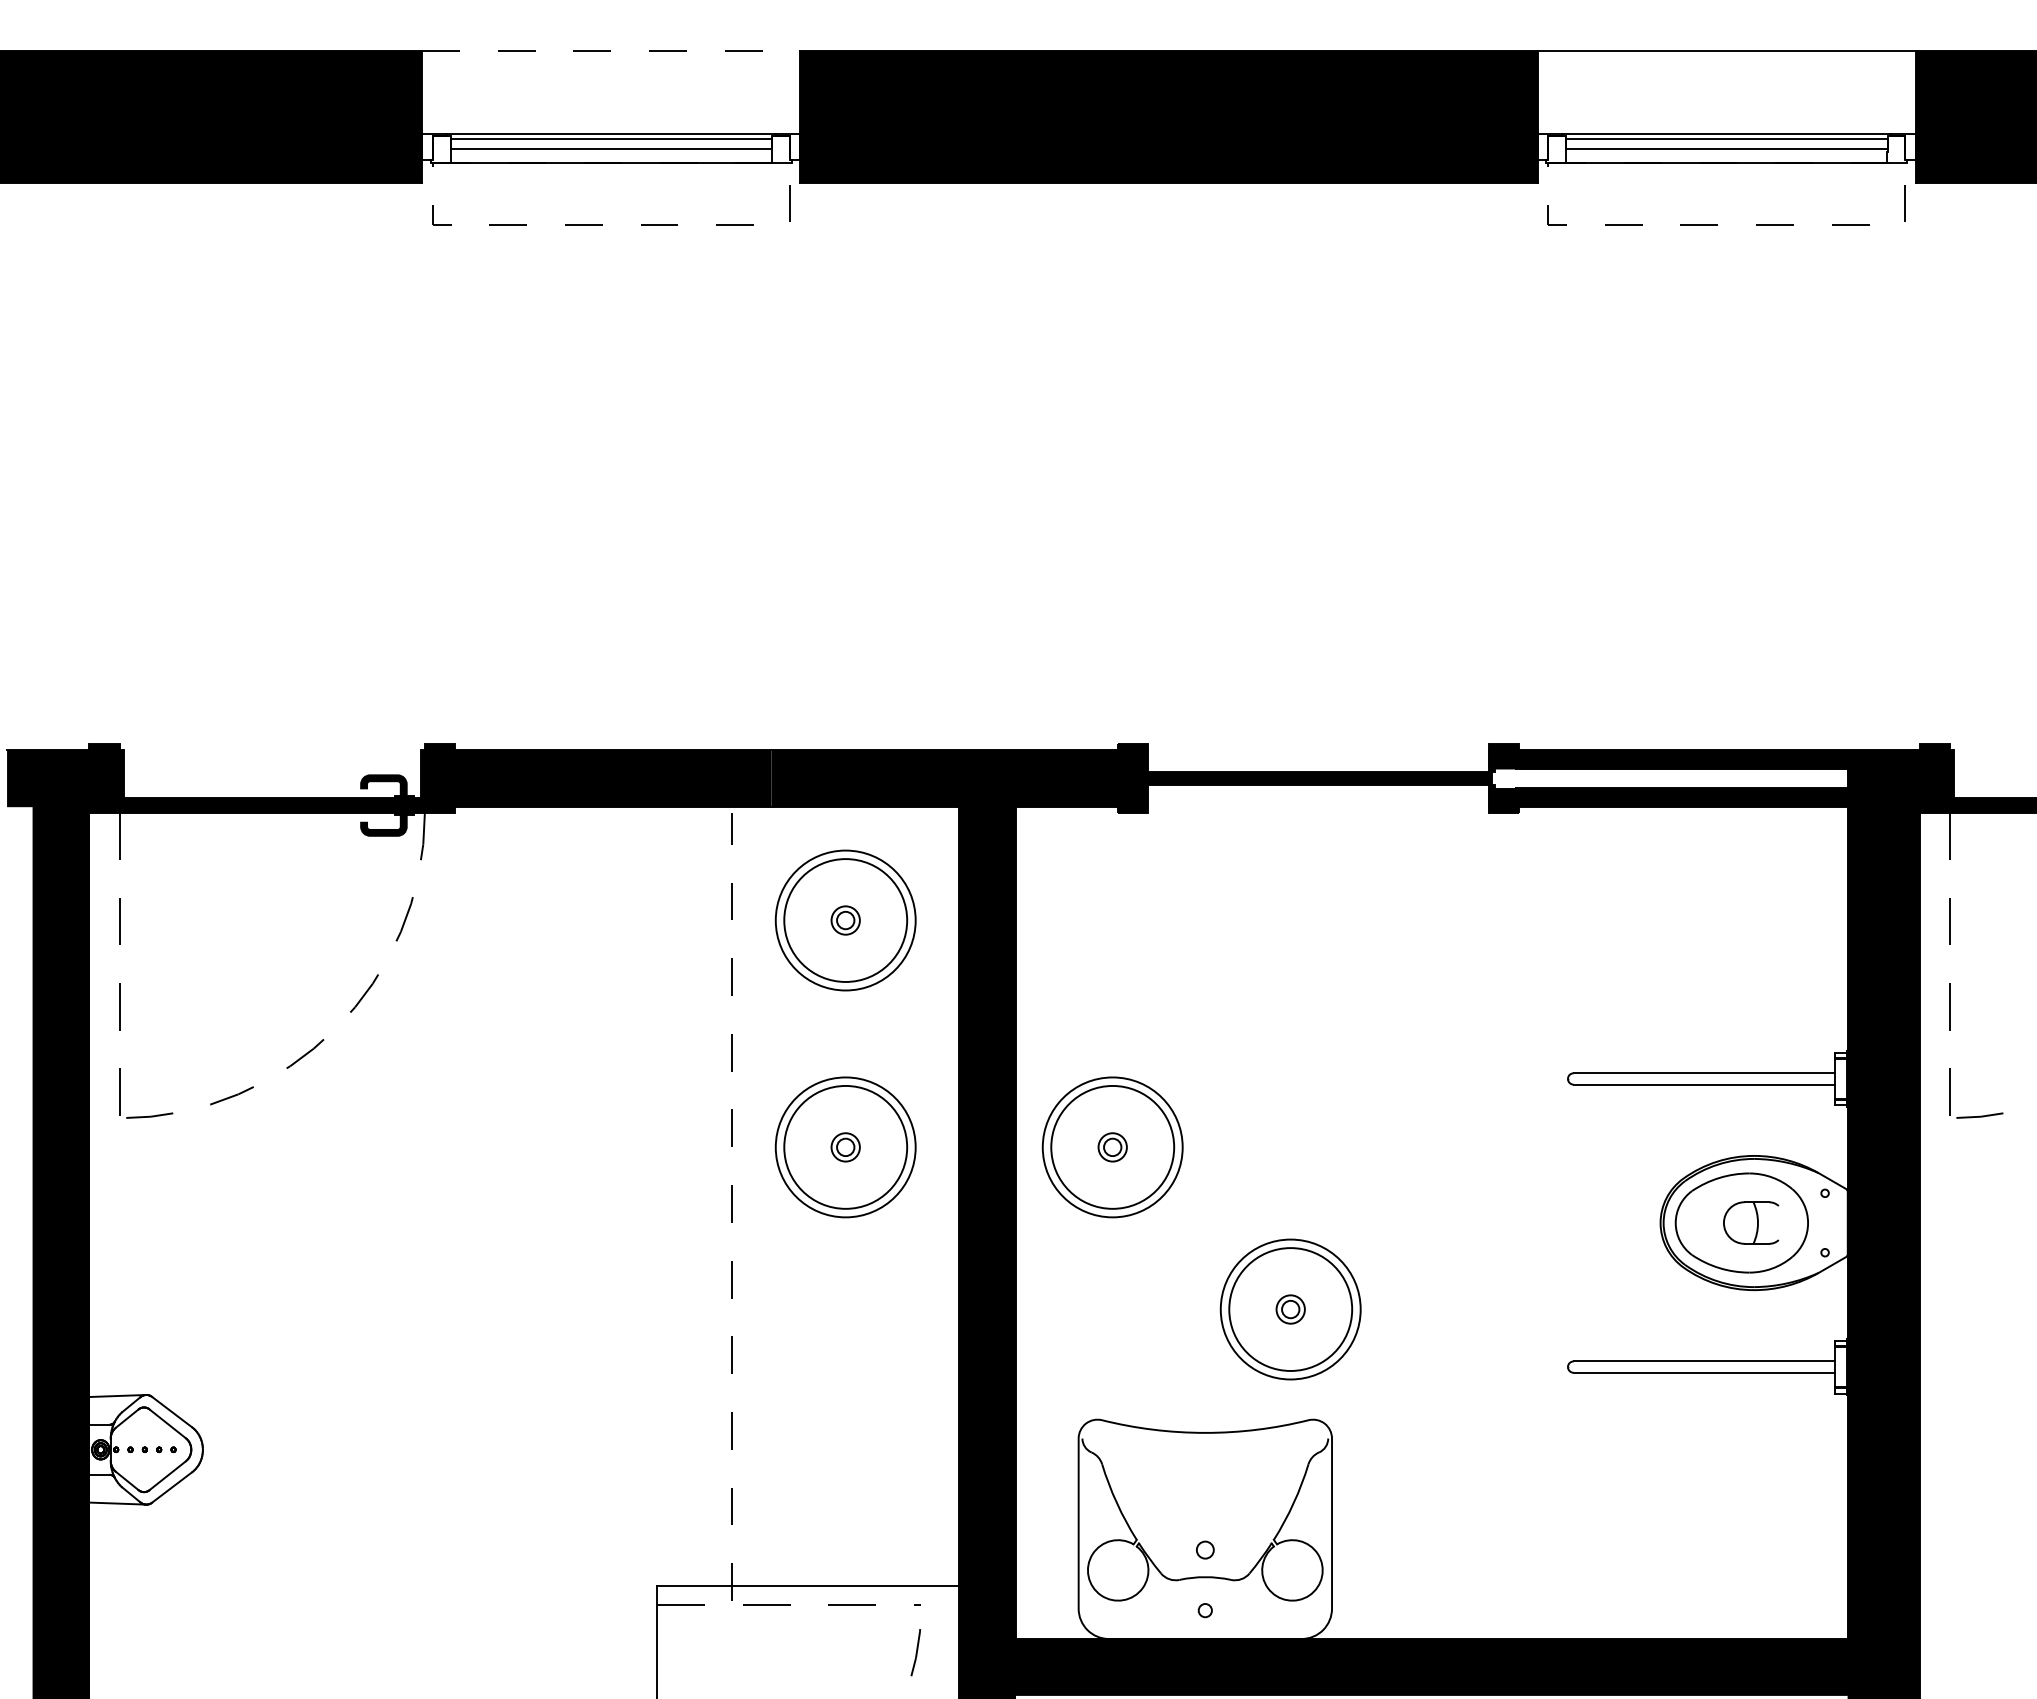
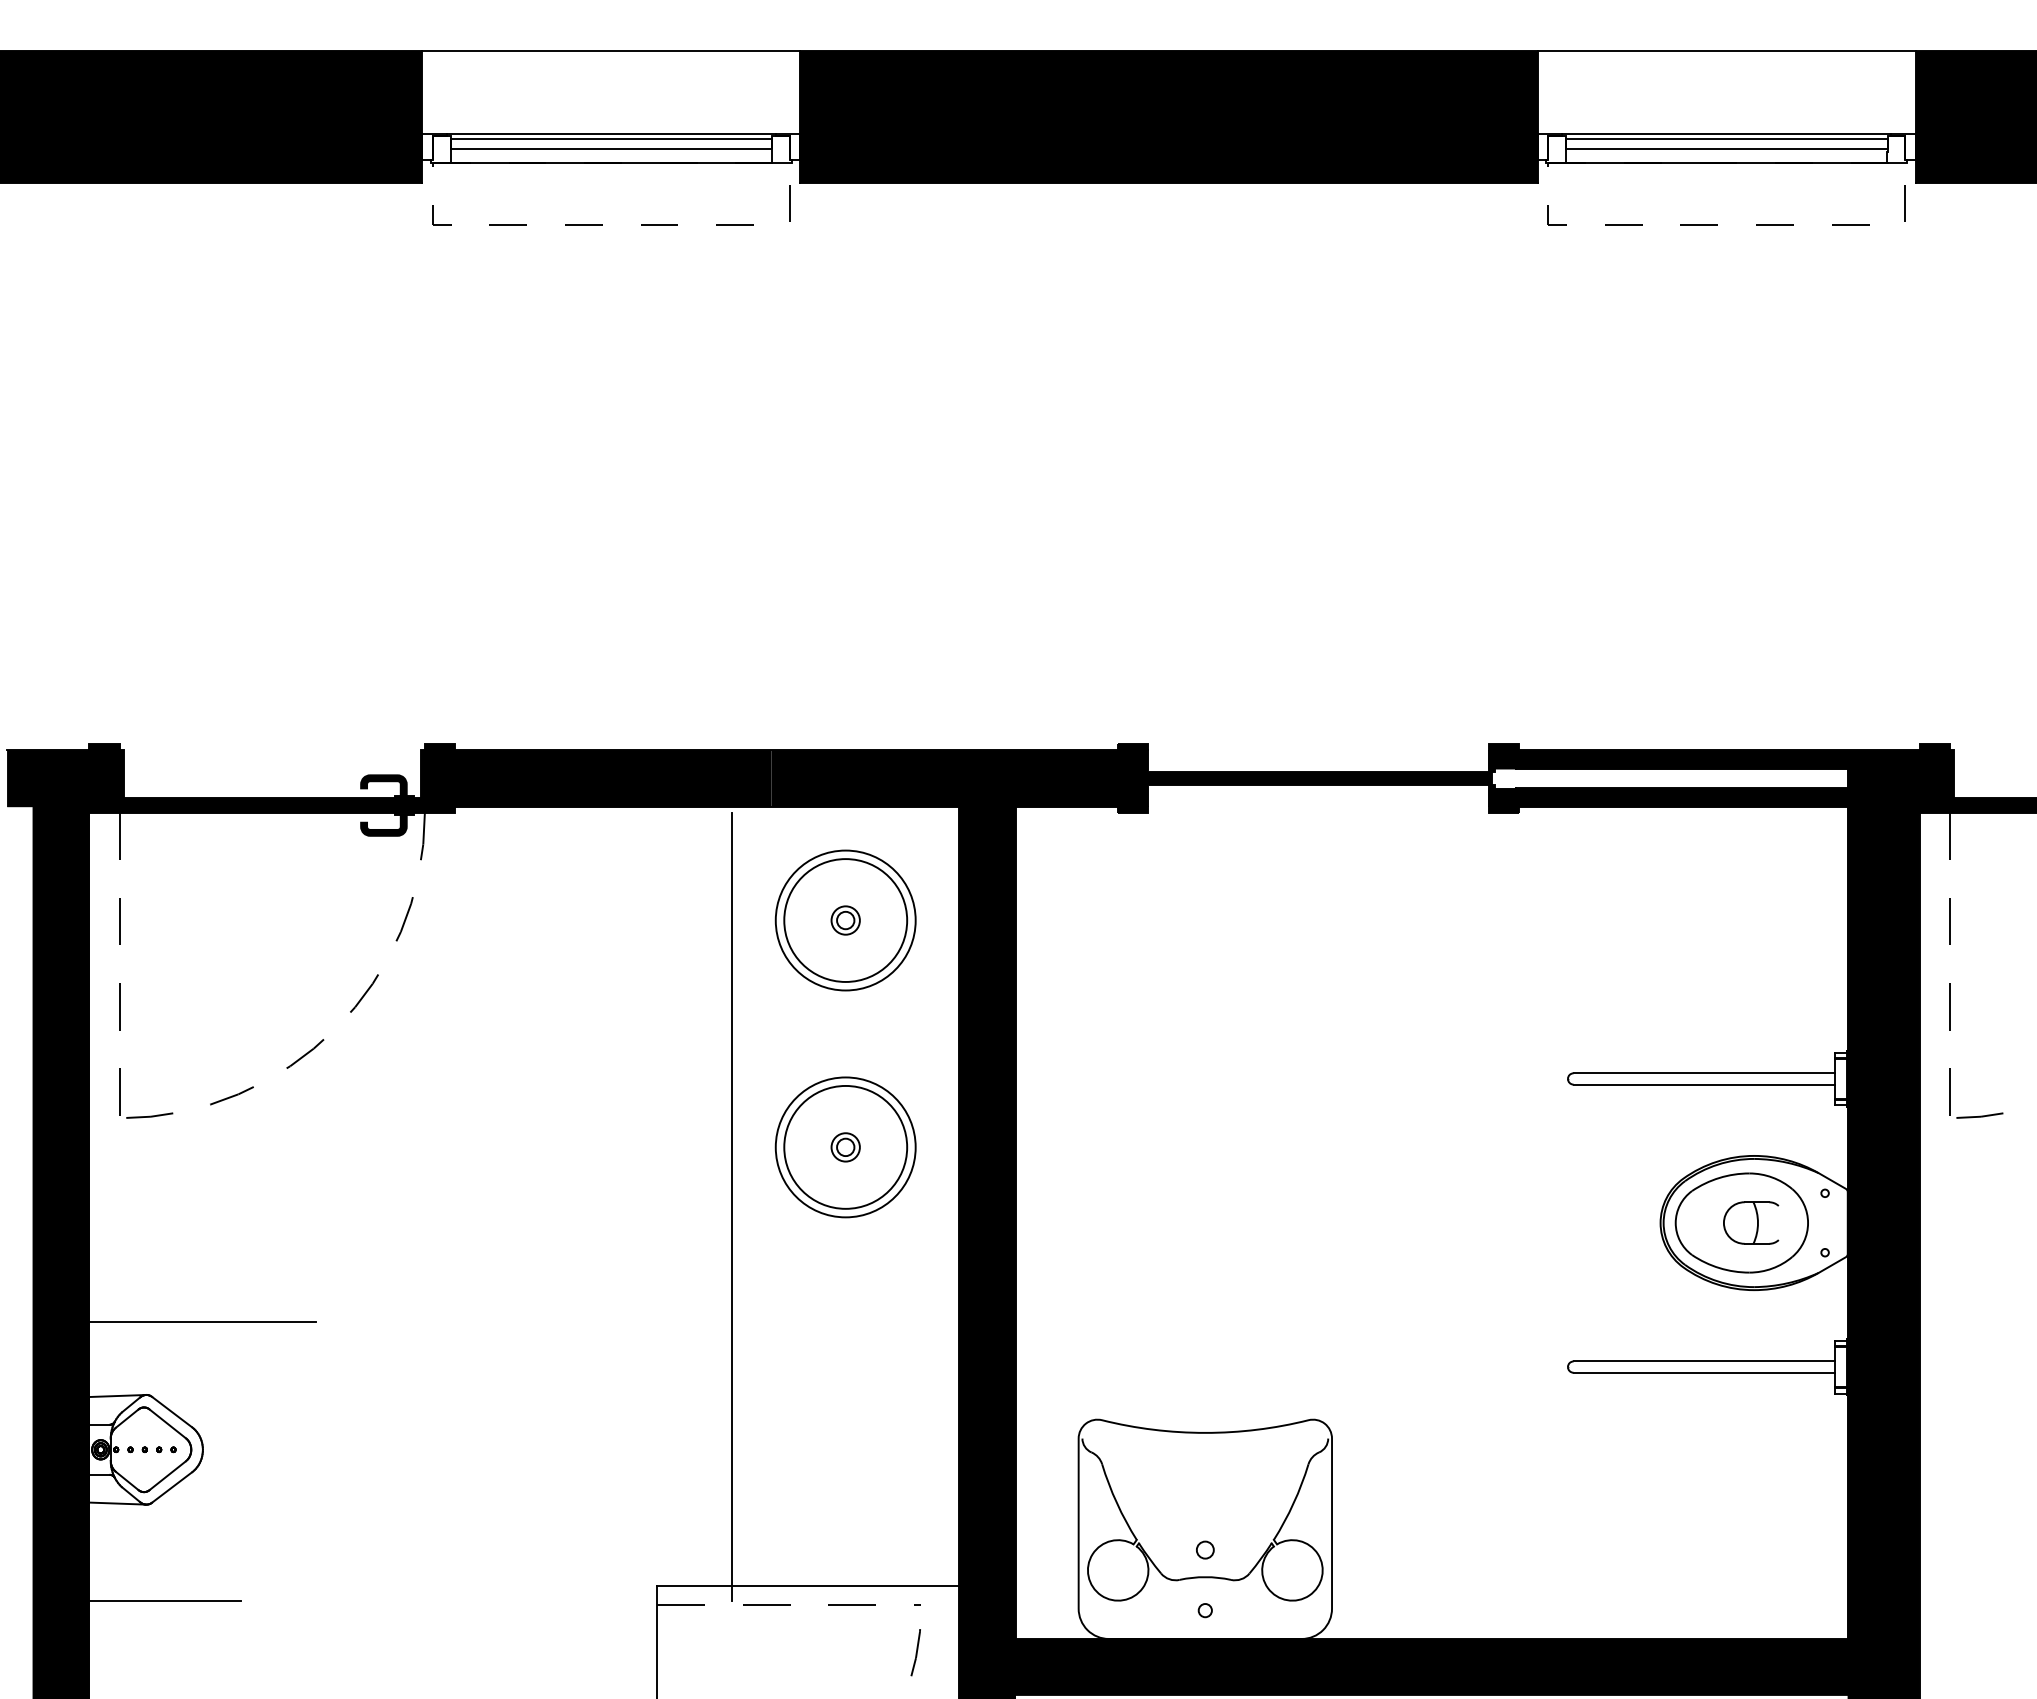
line at (611, 50): dashed -> solid
part at (1112, 1147): present -> none
line at (732, 1207): dashed -> solid
part at (1290, 1309): present -> none
line at (202, 1321): none -> present
line at (164, 1601): none -> present
